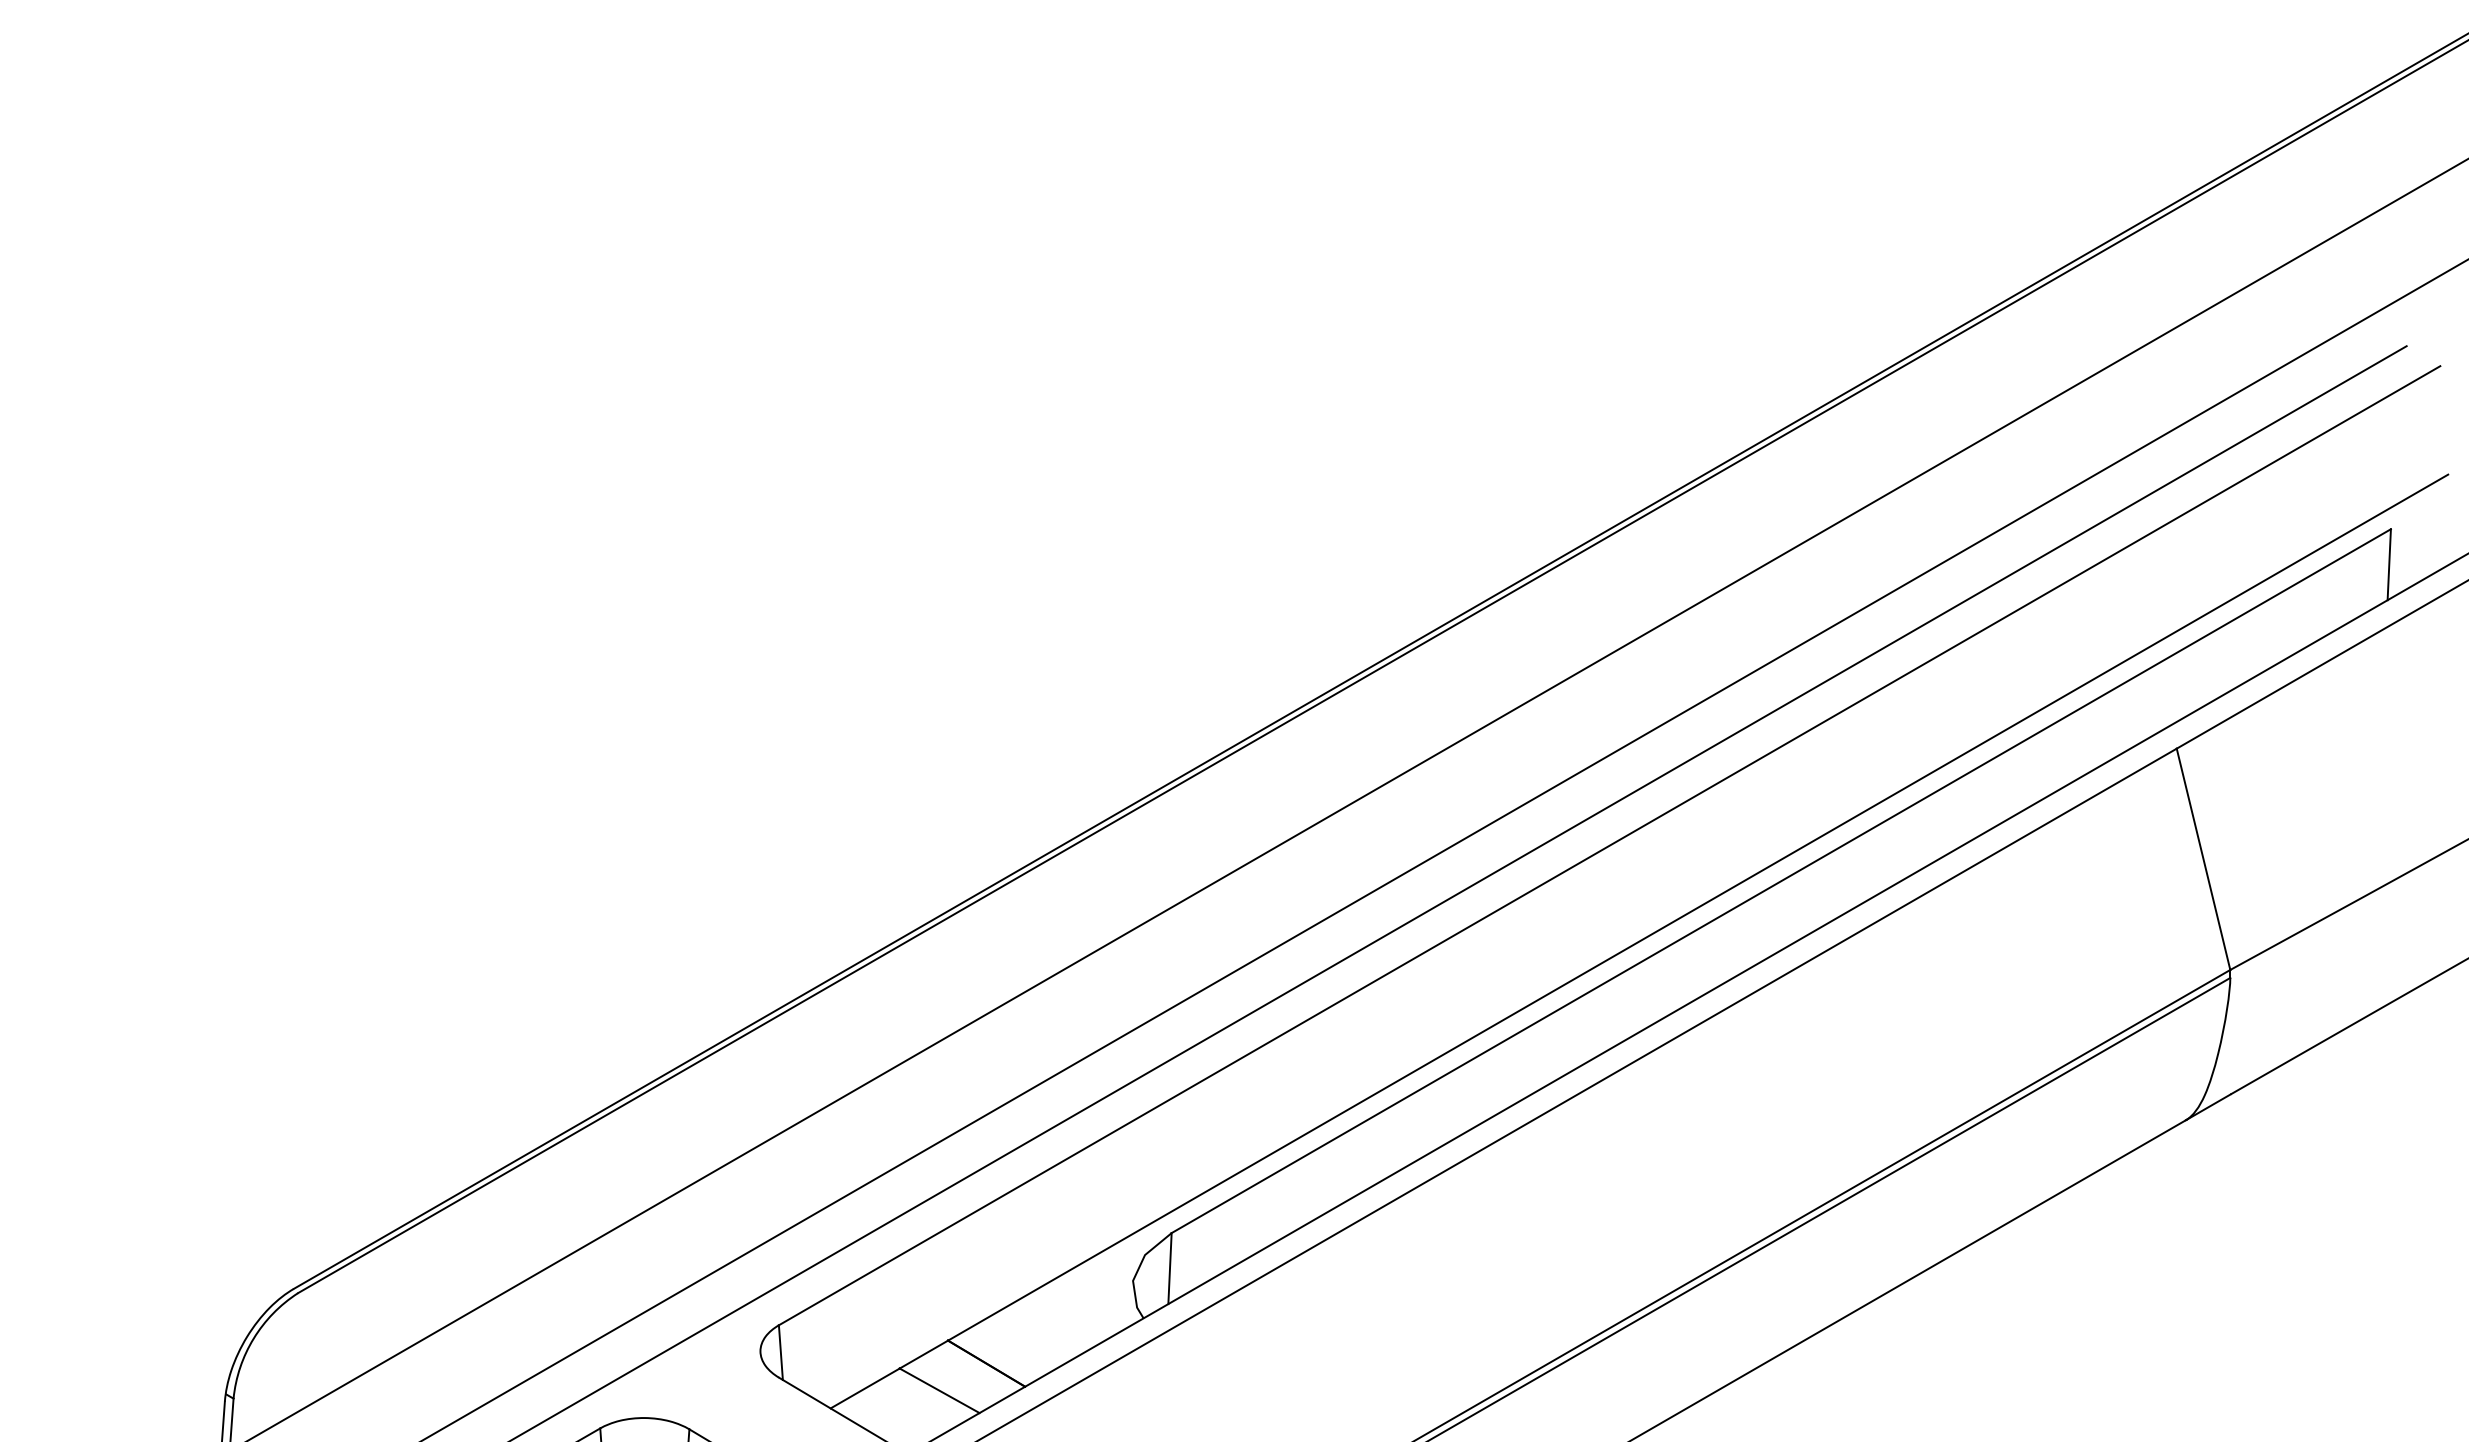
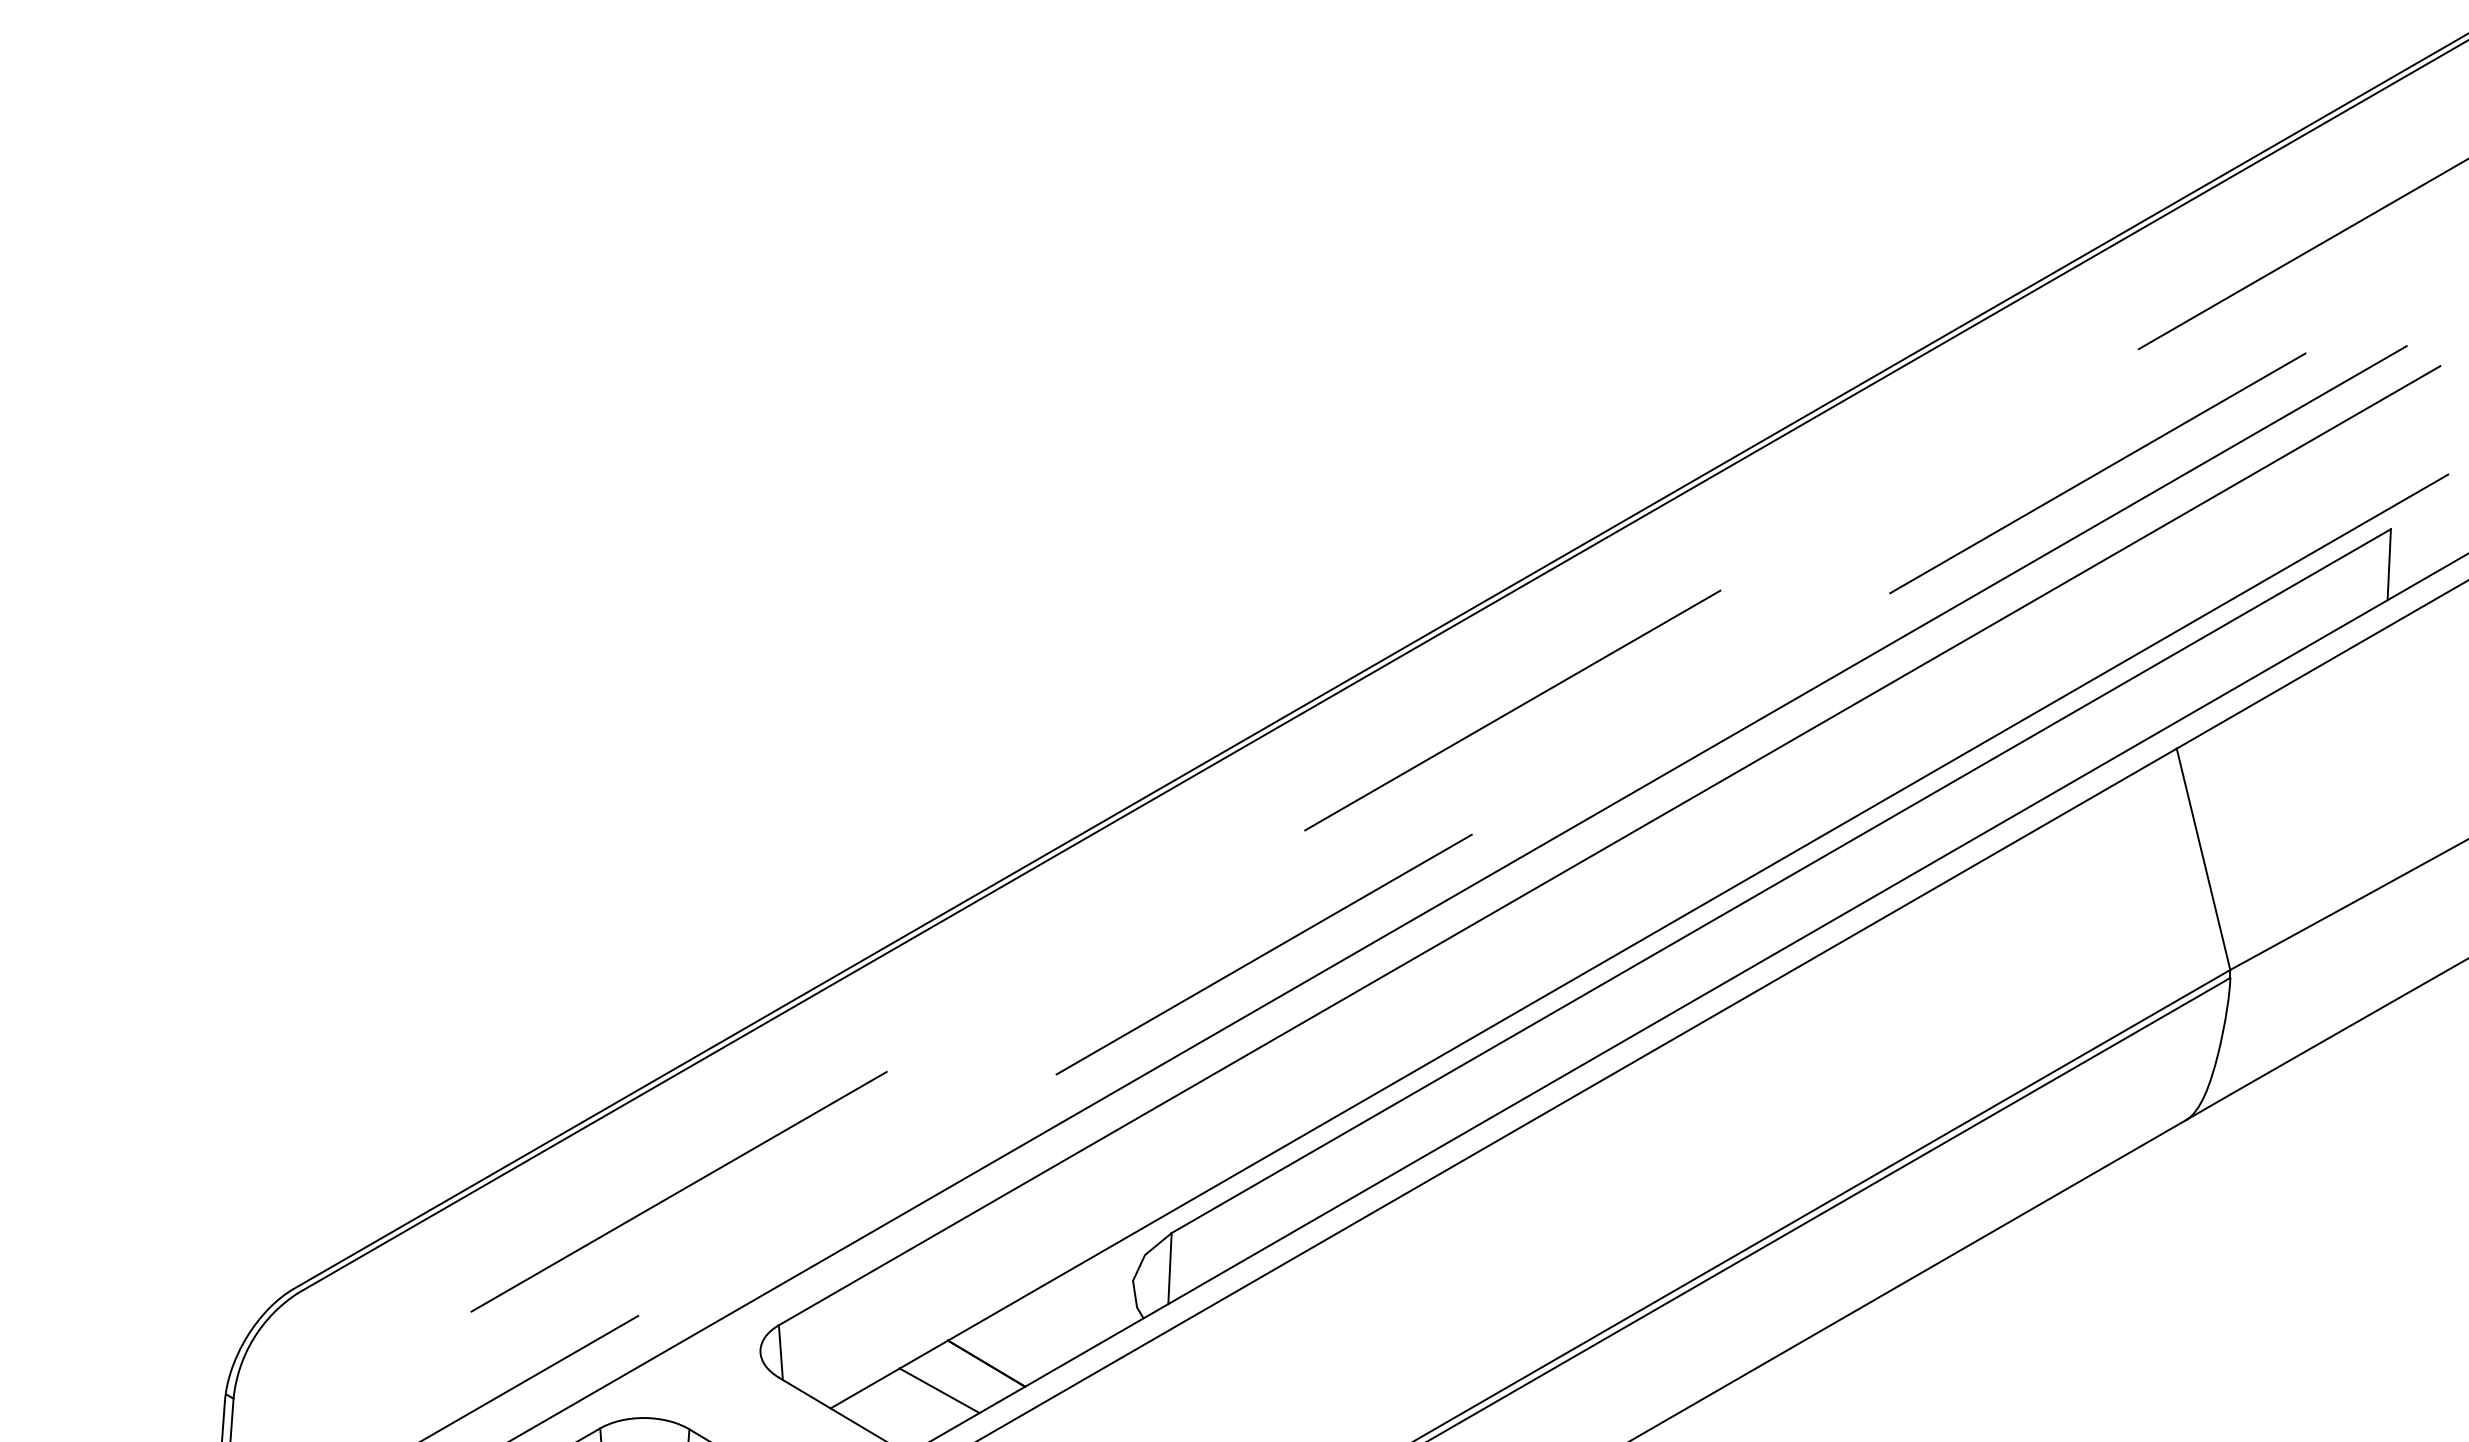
line at (1357, 800): solid -> dashed
line at (1444, 850): solid -> dashed
